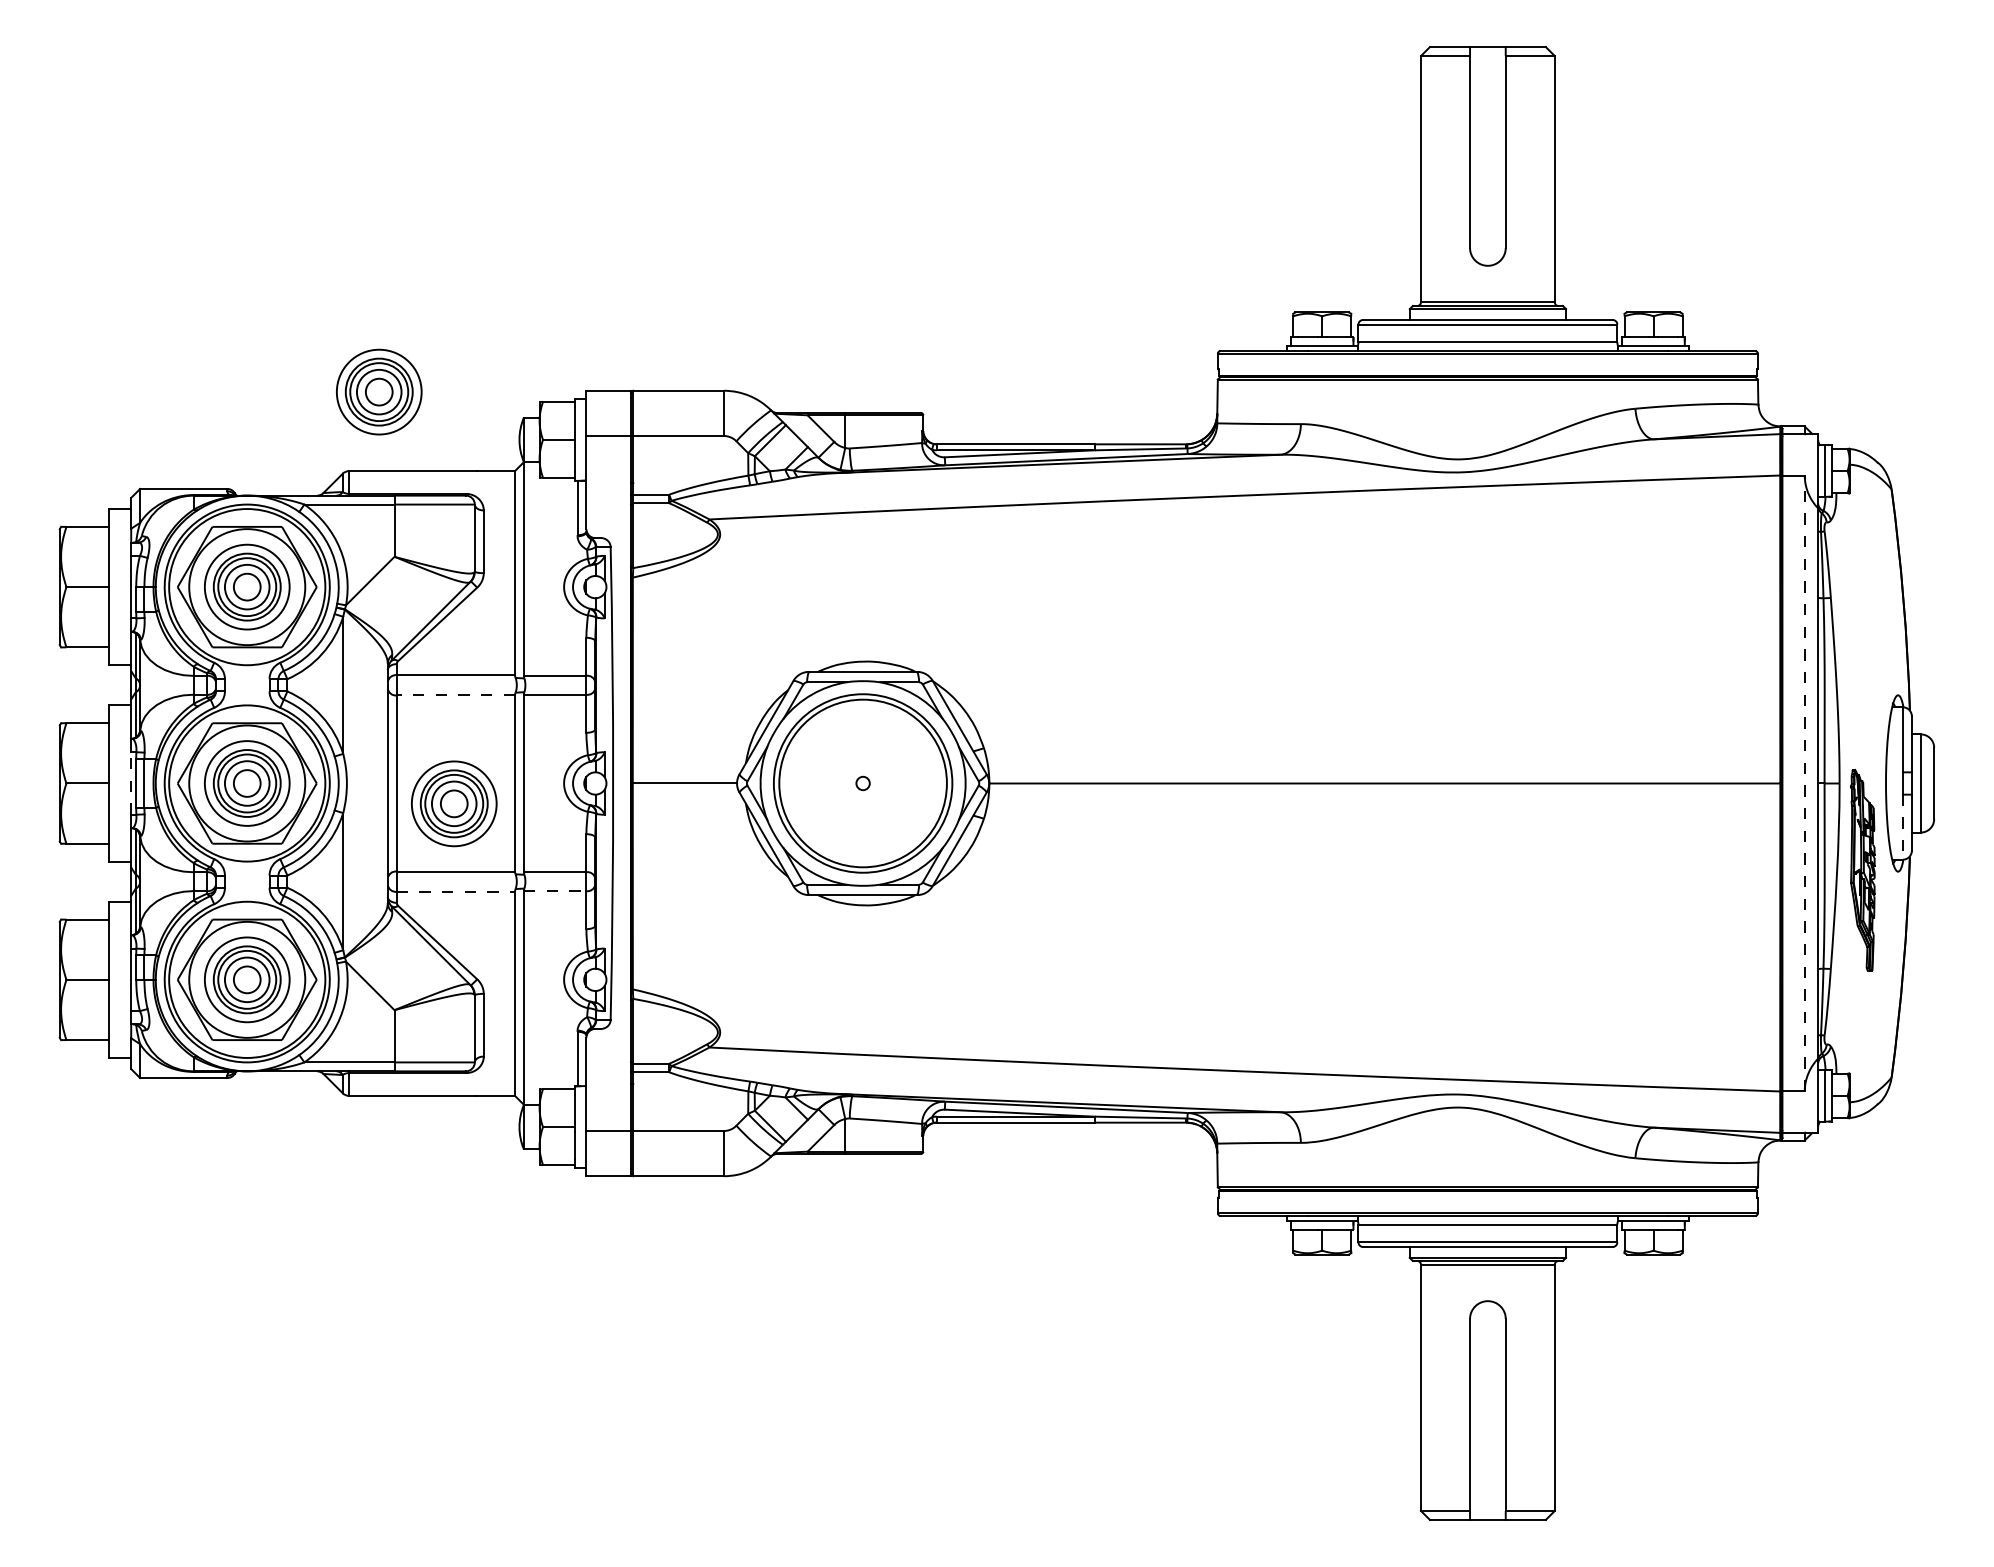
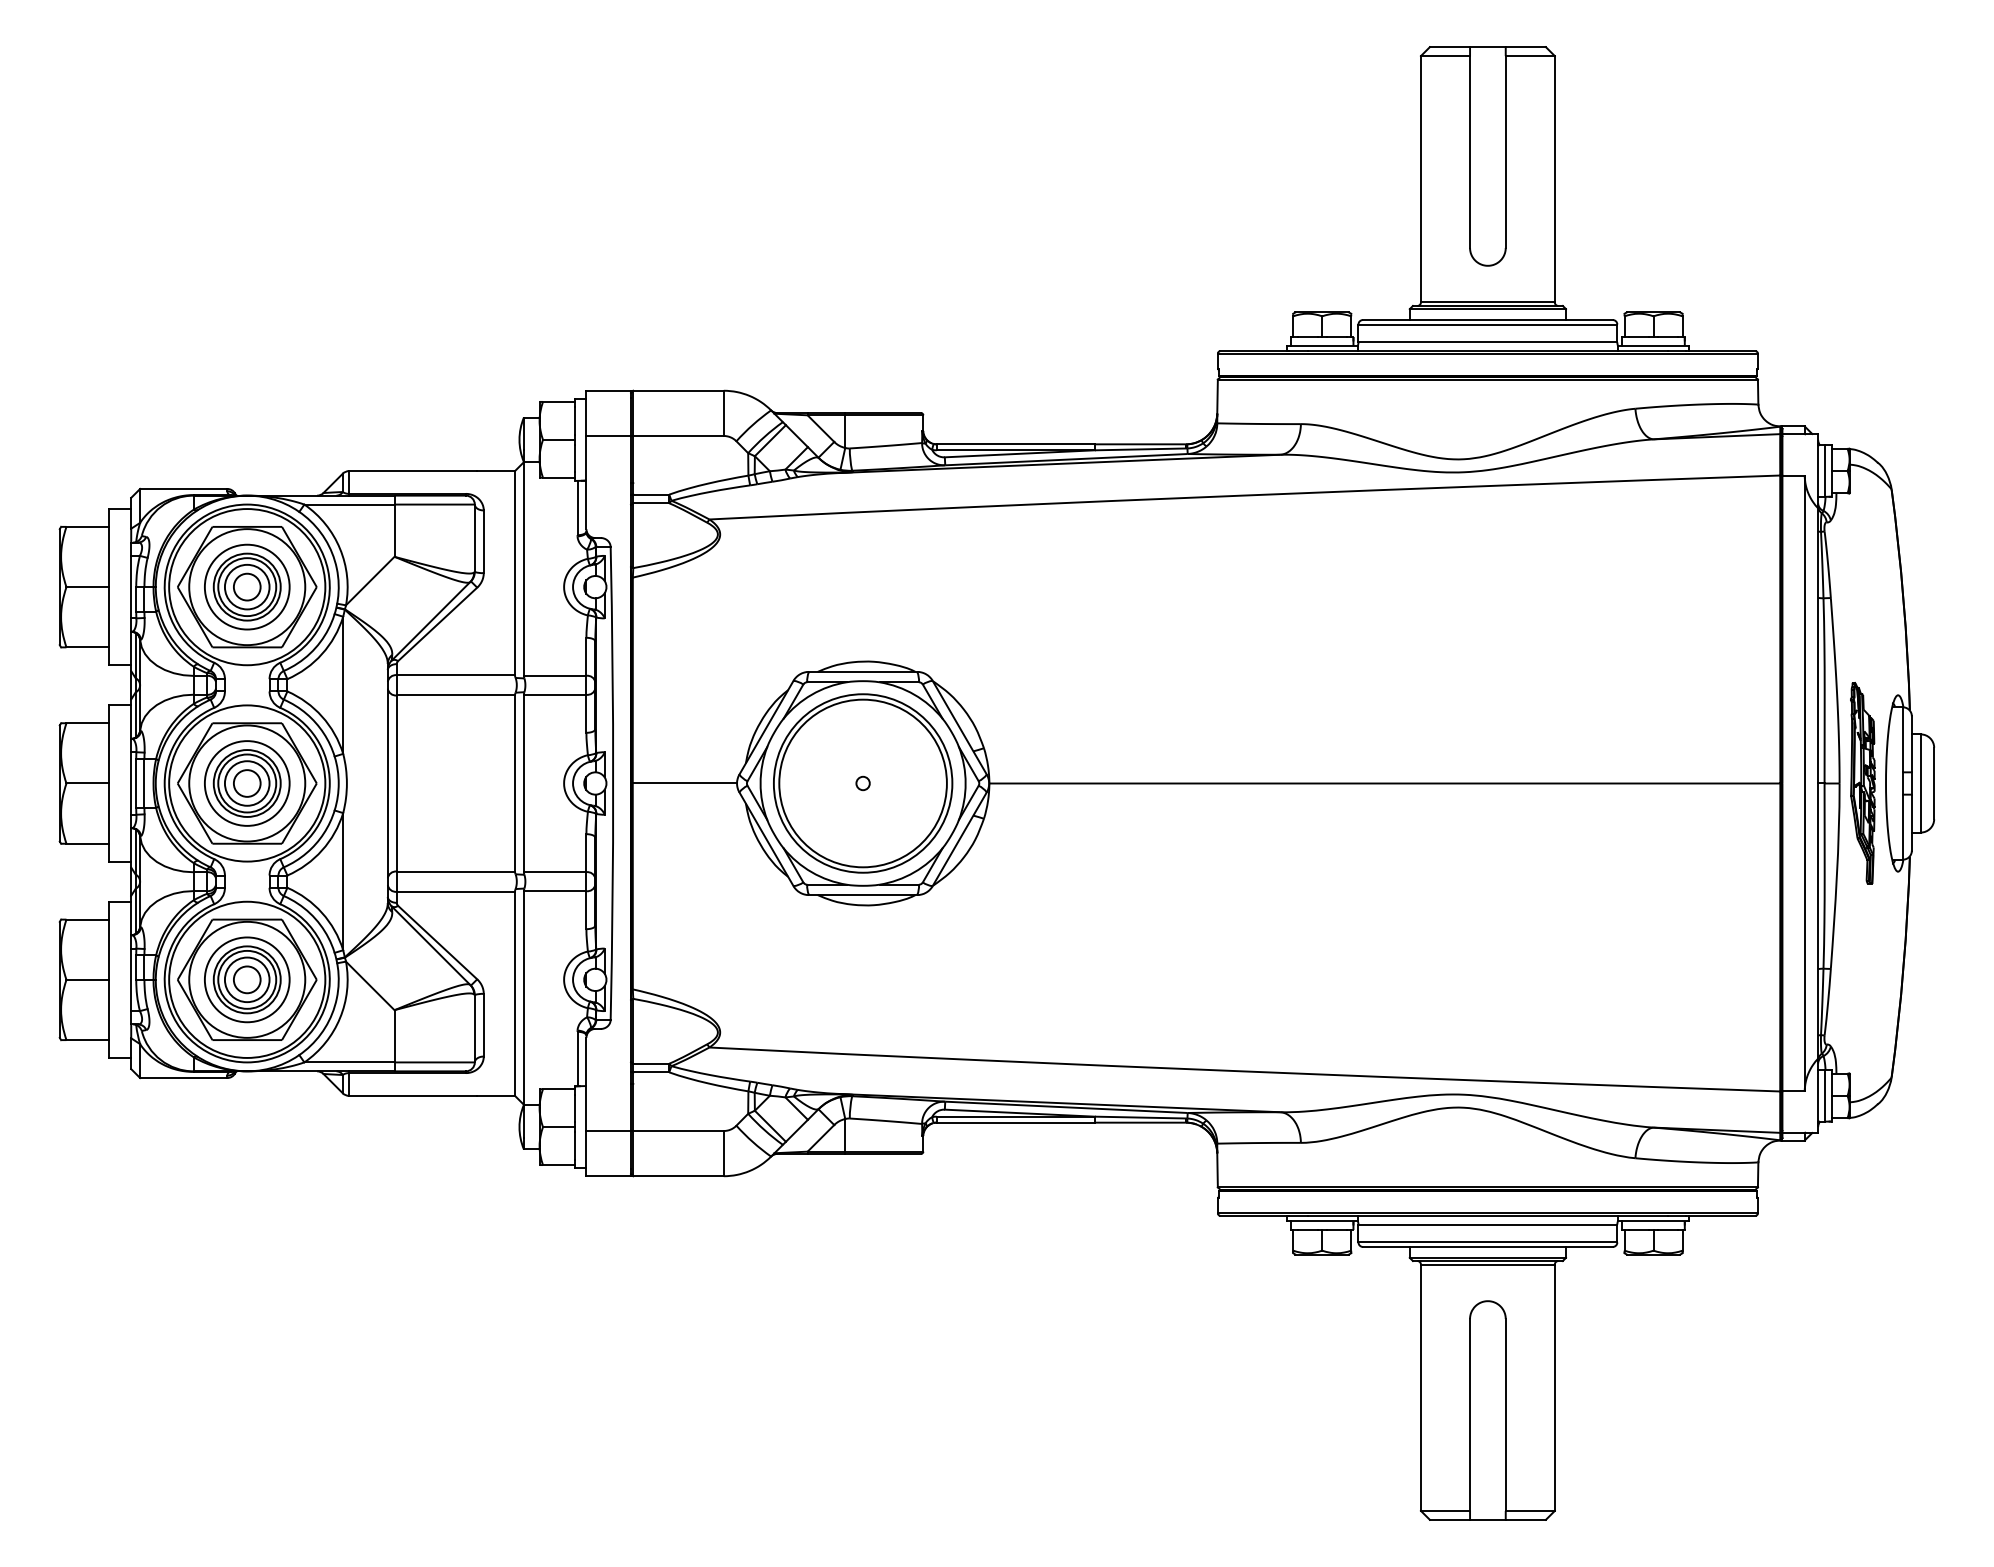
part at (379, 391): present -> none
line at (455, 695): dashed -> solid
line at (131, 783): dashed -> solid
line at (1804, 783): dashed -> solid
part at (454, 803): present -> none
line at (1902, 827): dashed -> solid
part at (1862, 870) position: (1862, 870) -> (1862, 783)
line at (456, 891): dashed -> solid
line at (555, 891): dashed -> solid
